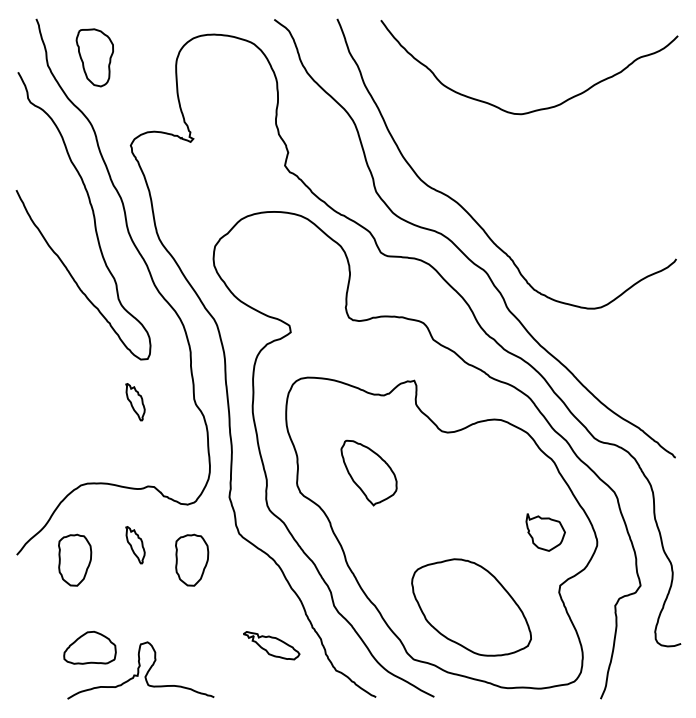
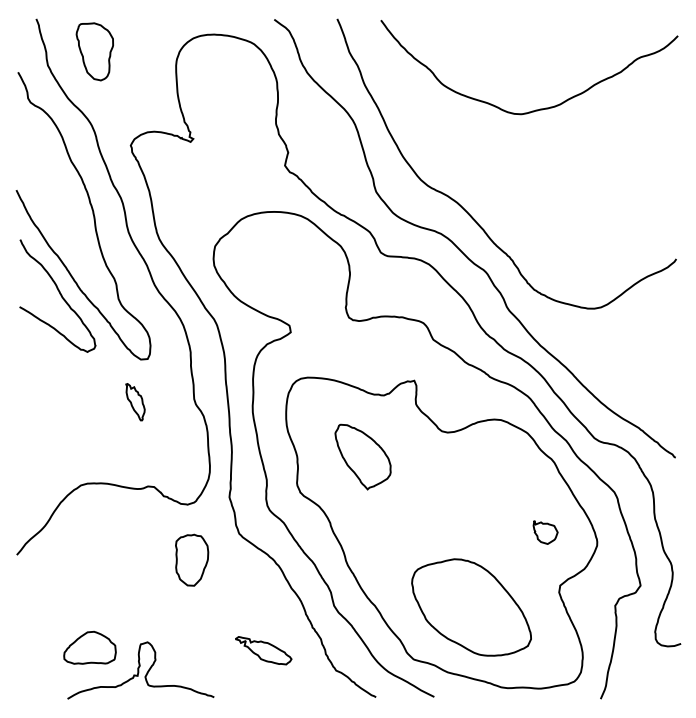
part at (94, 57) position: (94, 57) -> (94, 51)
curve at (59, 294): none -> present
part at (368, 472) position: (368, 472) -> (362, 456)
part at (545, 532) size: 41x39 px -> 27x25 px
part at (135, 545): present -> none
part at (75, 559): present -> none
part at (271, 645) position: (271, 645) -> (263, 650)
